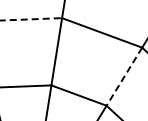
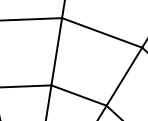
line at (31, 19): dashed -> solid
line at (124, 77): dashed -> solid
